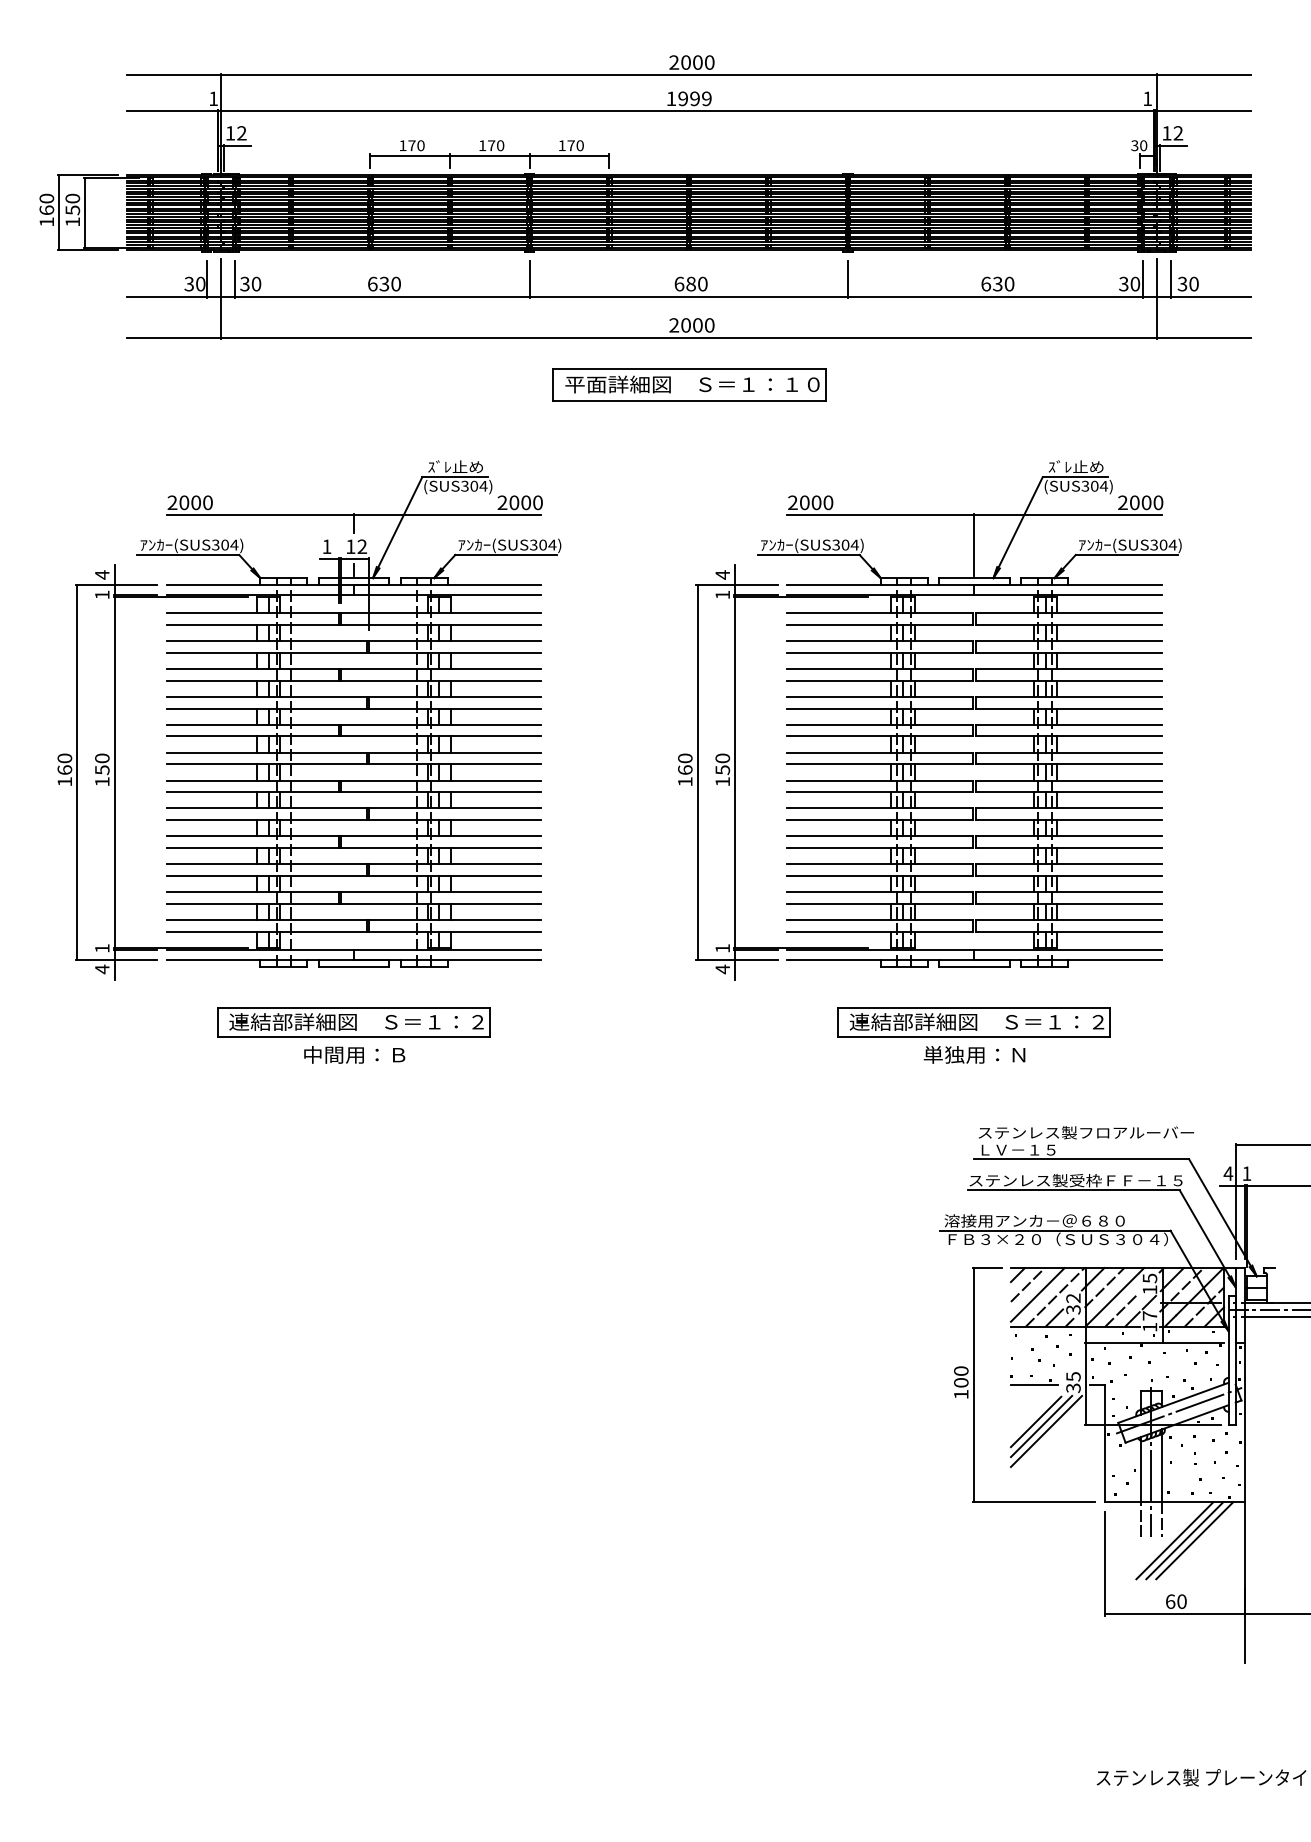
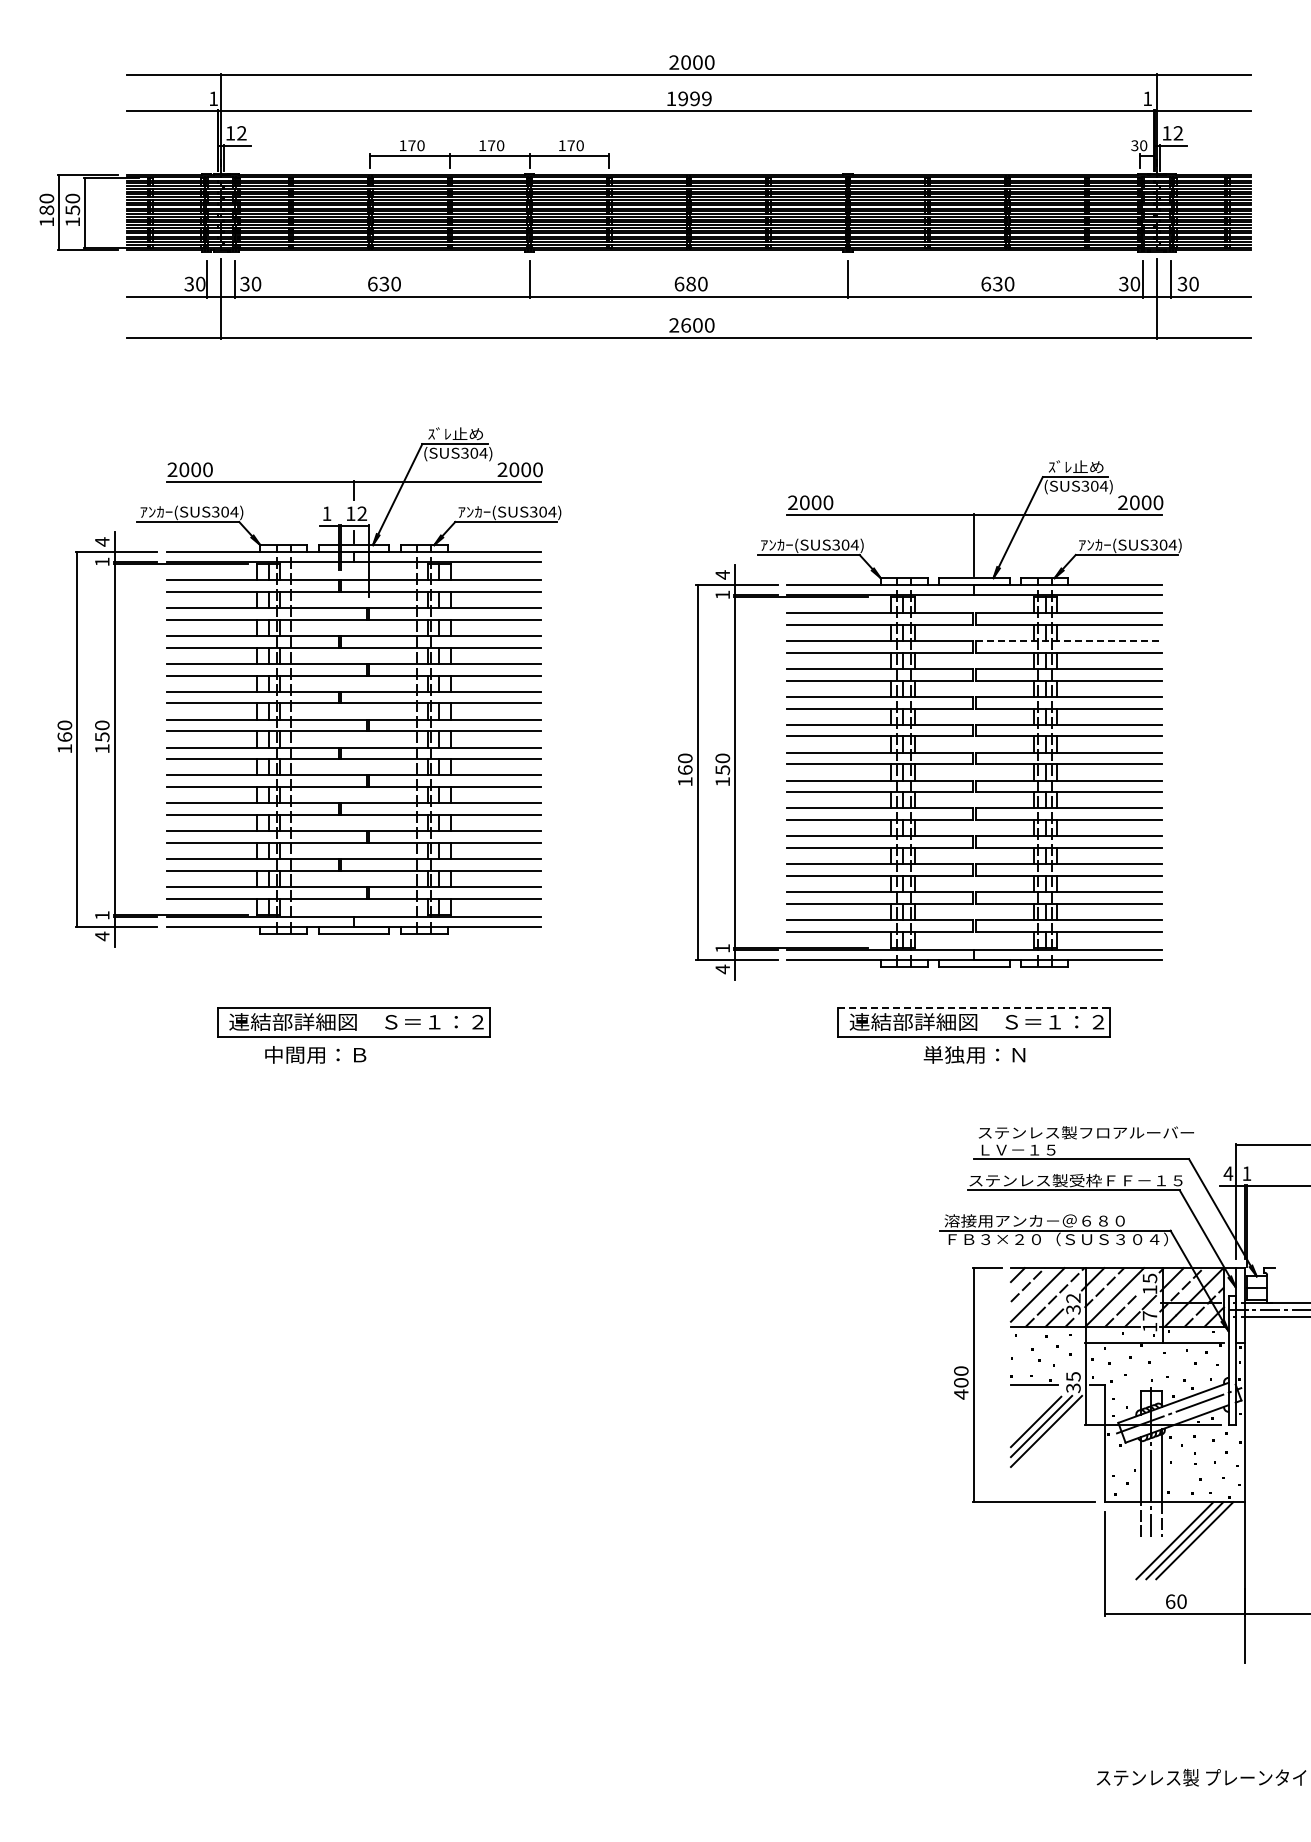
text at (46, 210): 160 -> 180
text at (686, 325): 2000 -> 2600
part at (689, 384): present -> none
line at (1069, 640): solid -> dashed
part at (309, 720) position: (309, 720) -> (309, 687)
line at (974, 1007): solid -> dashed
text at (354, 1054) position: (354, 1054) -> (315, 1054)
text at (961, 1394): 100 -> 400
